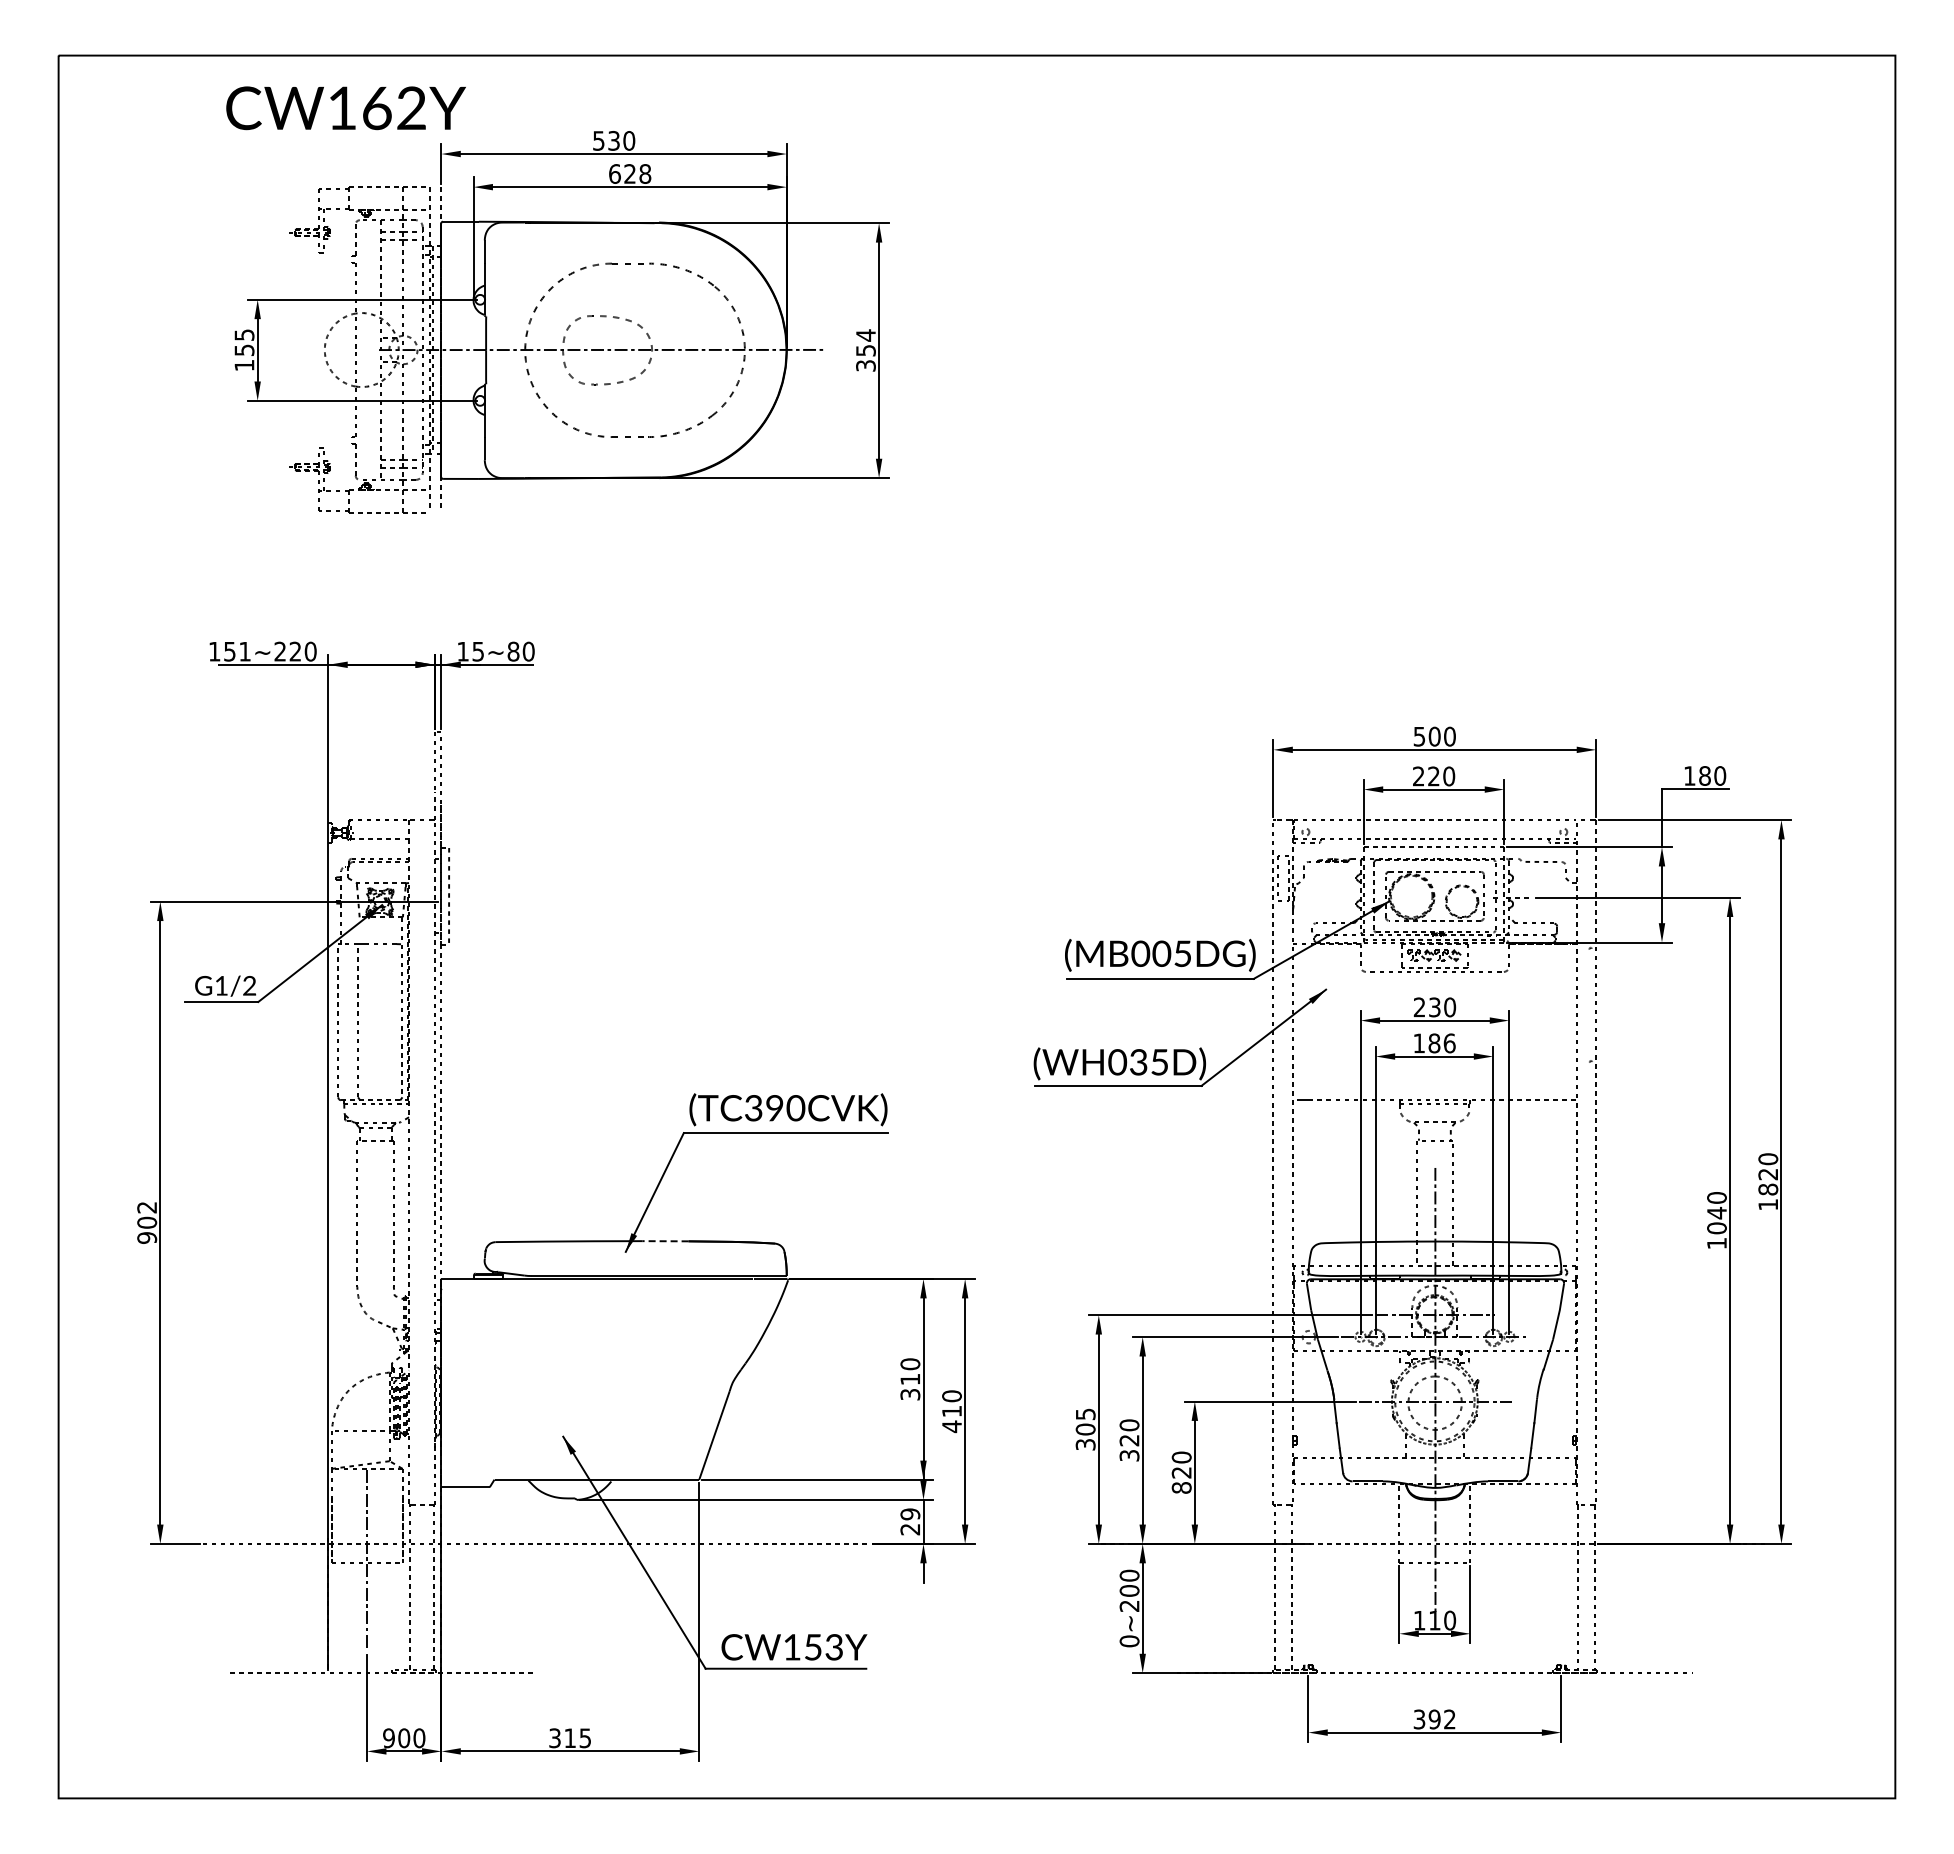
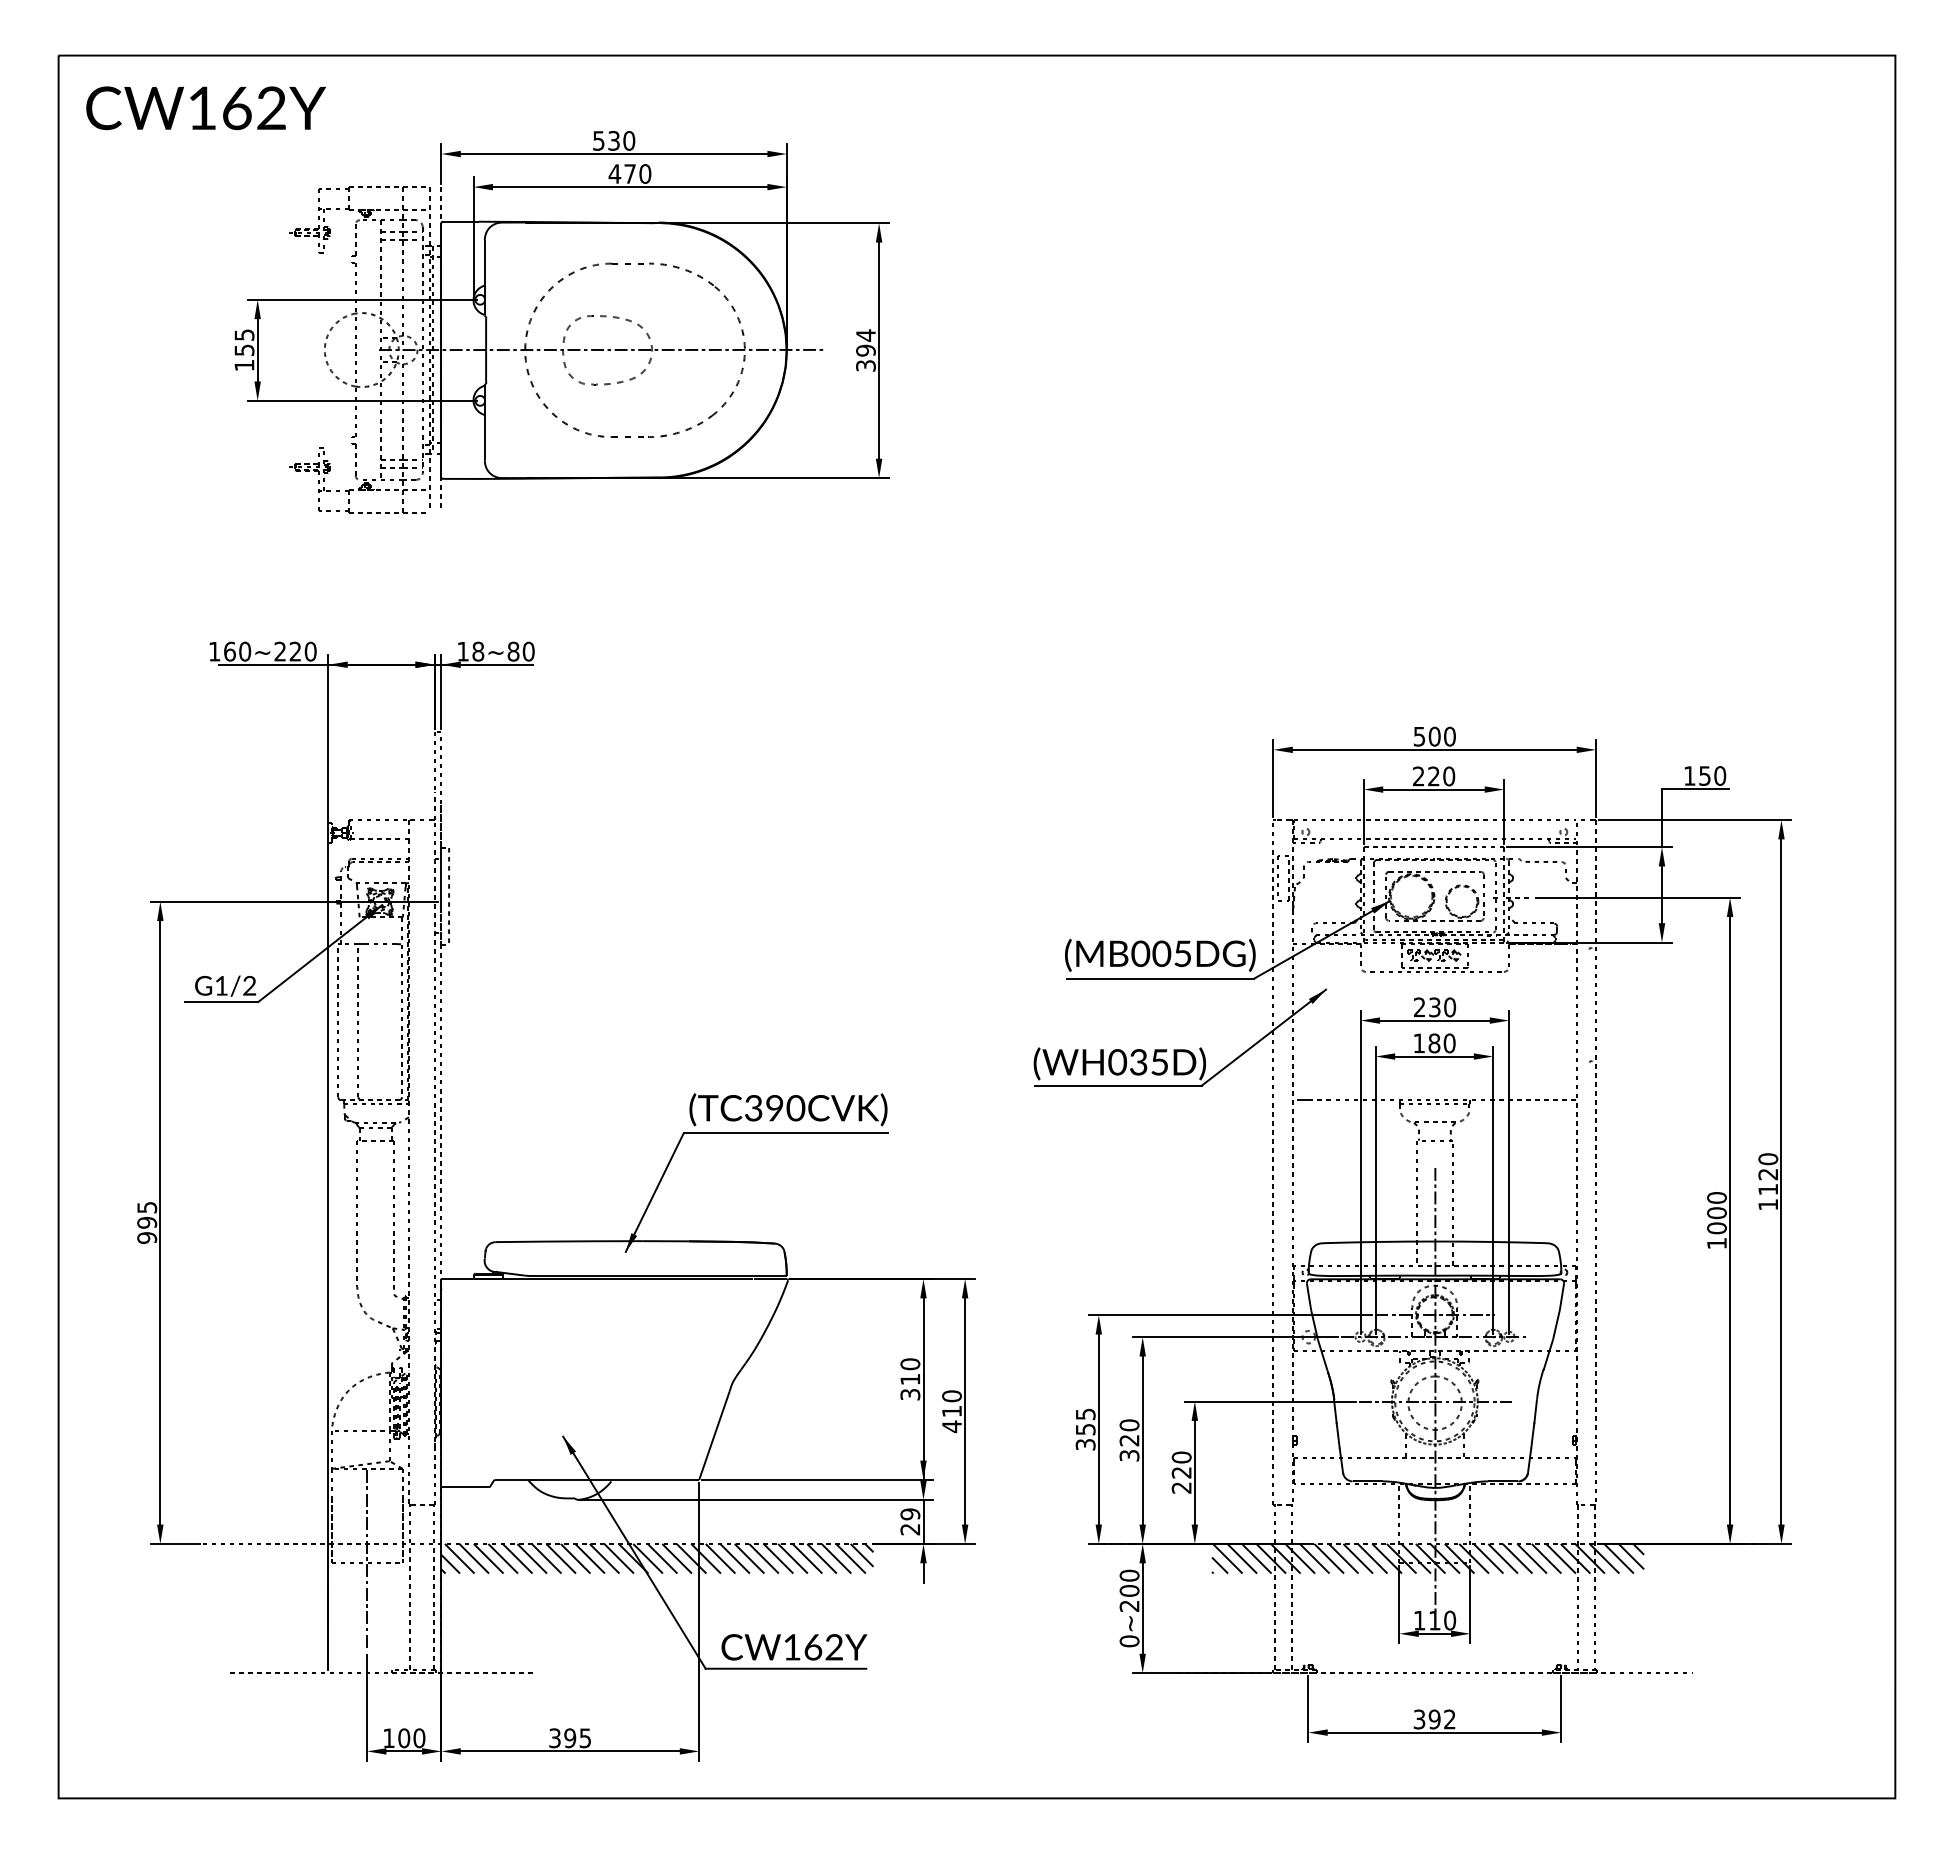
text at (345, 108) position: (345, 108) -> (205, 108)
text at (629, 173): 628 -> 470
text at (865, 350): 354 -> 394
text at (237, 651): 151~220 -> 160~220
text at (478, 651): 15~80 -> 18~80
text at (1704, 775): 180 -> 150
text at (1449, 1043): 186 -> 180
text at (1768, 1189): 1820 -> 1120
text at (1716, 1212): 1040 -> 1000
text at (147, 1215): 902 -> 995
line at (664, 1241): dashed -> solid
text at (1085, 1429): 305 -> 355
text at (1181, 1487): 820 -> 220
hatch at (657, 1558): none -> present
hatch at (1428, 1558): none -> present
text at (823, 1647): CW153Y -> CW162Y
text at (388, 1738): 900 -> 100
text at (570, 1738): 315 -> 395
